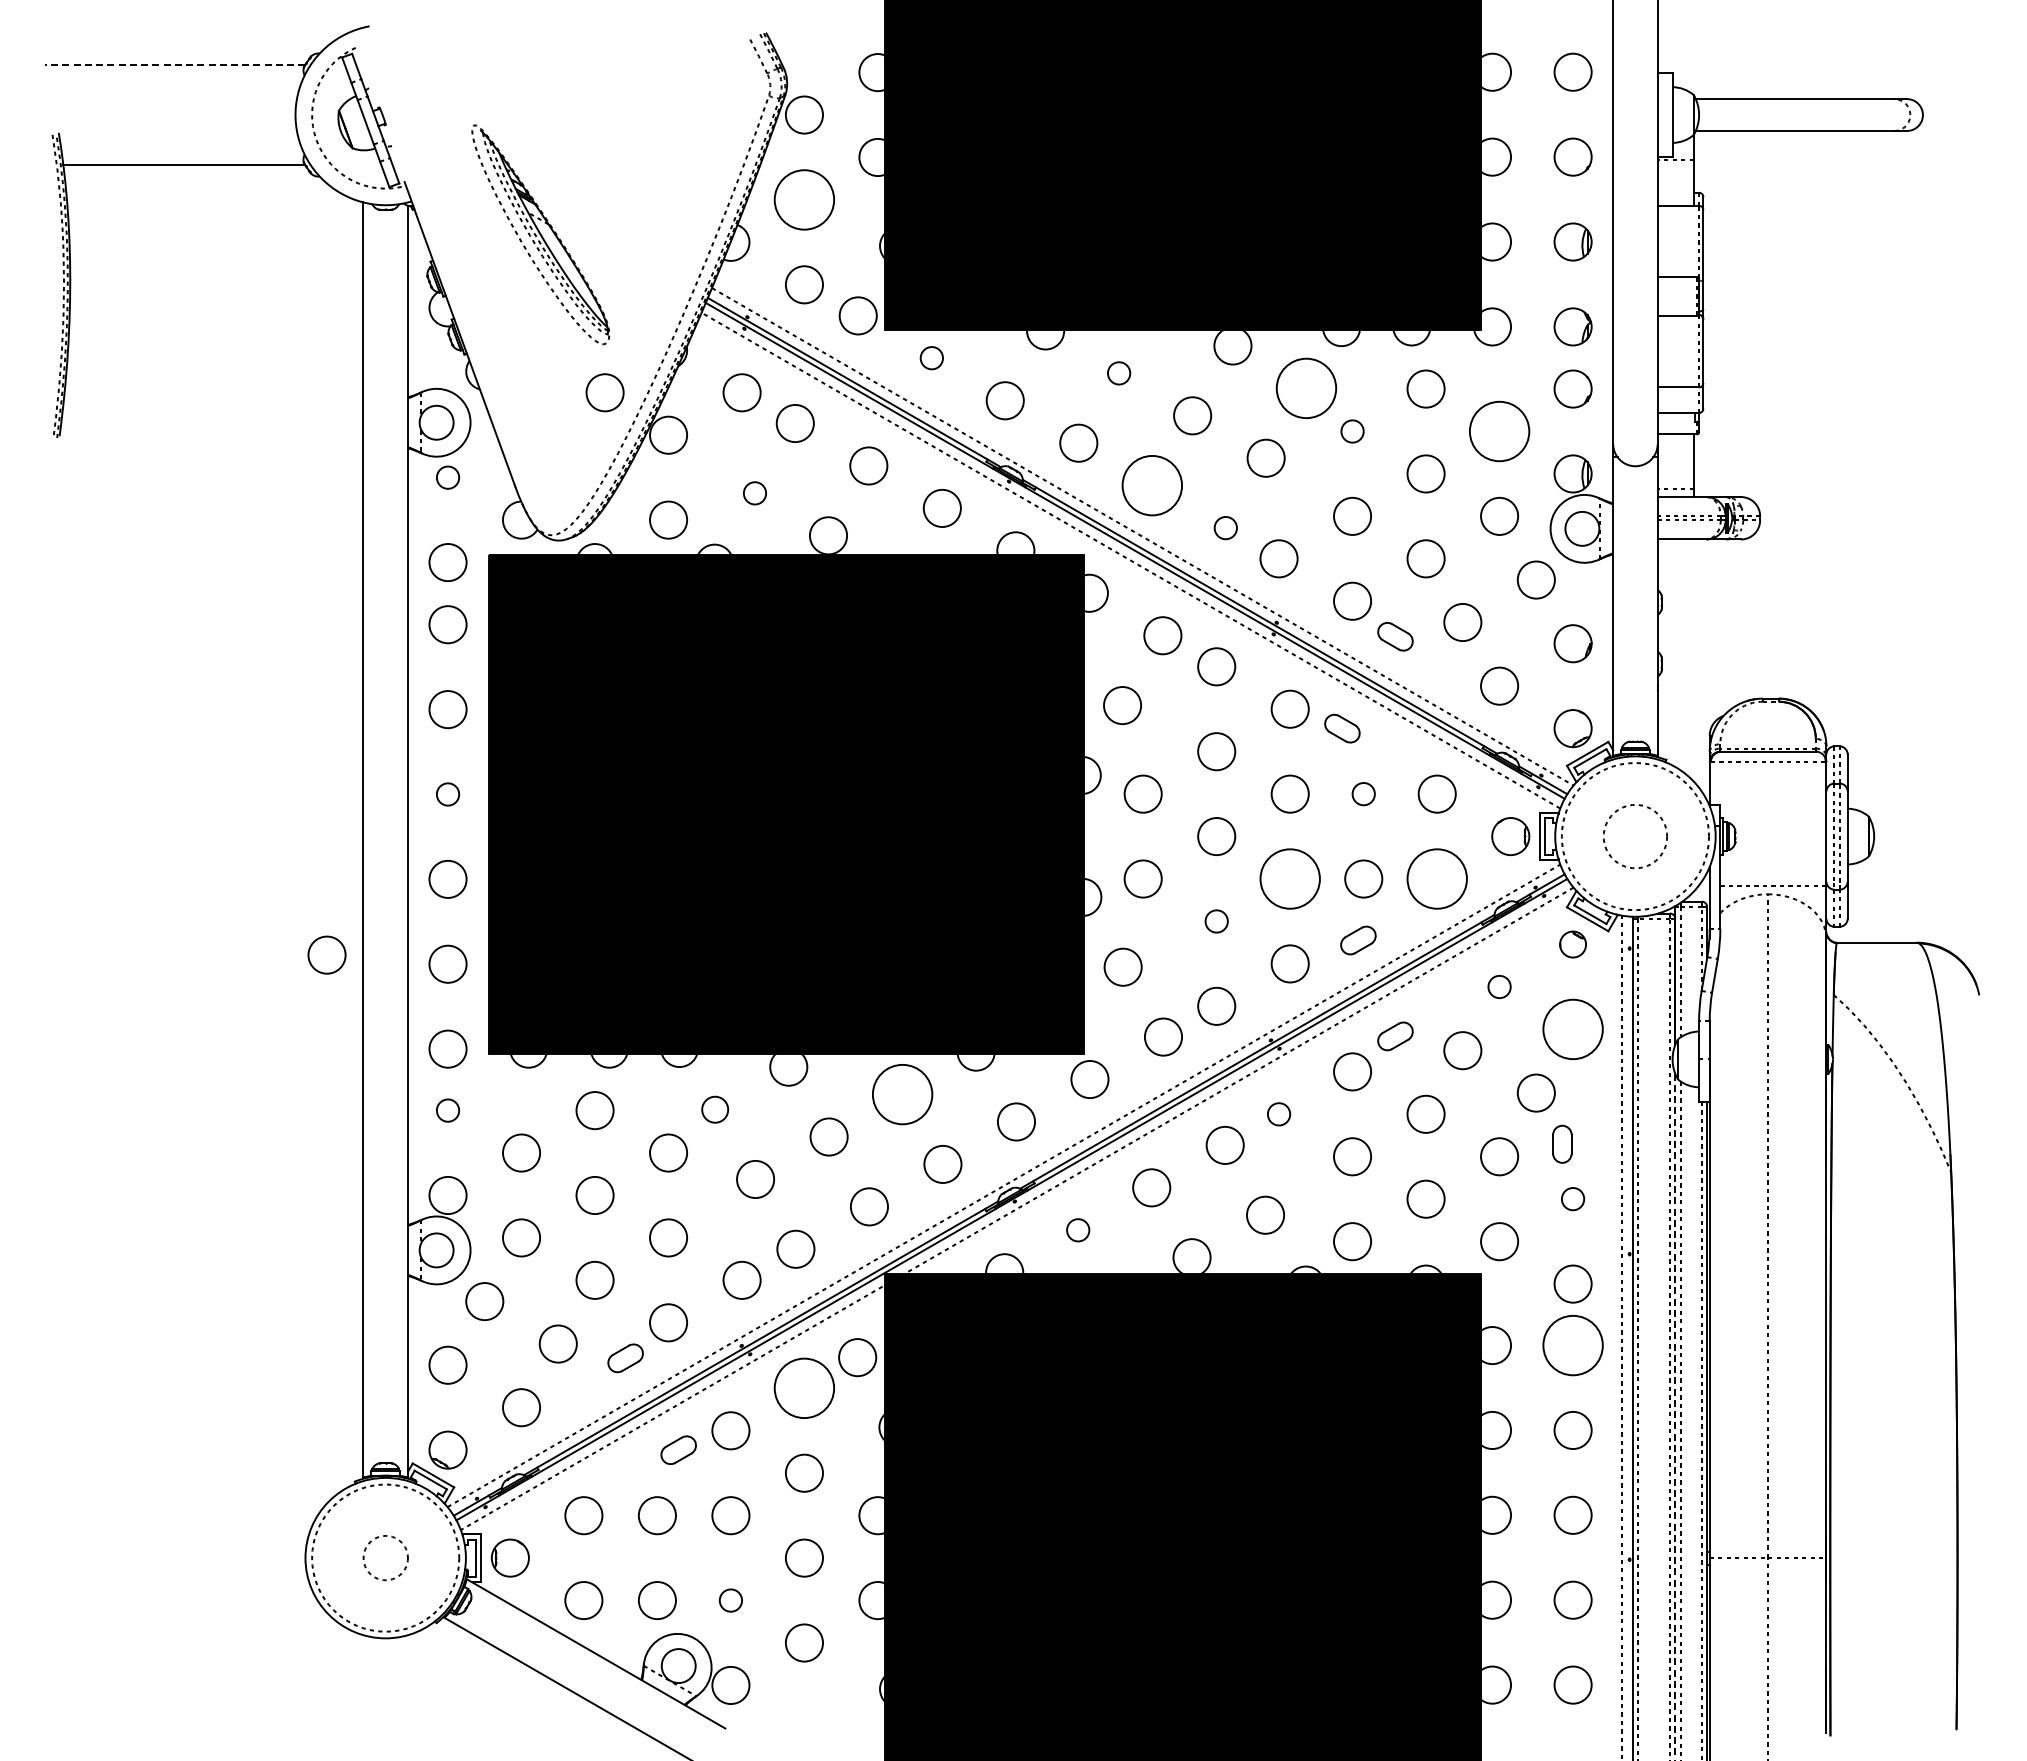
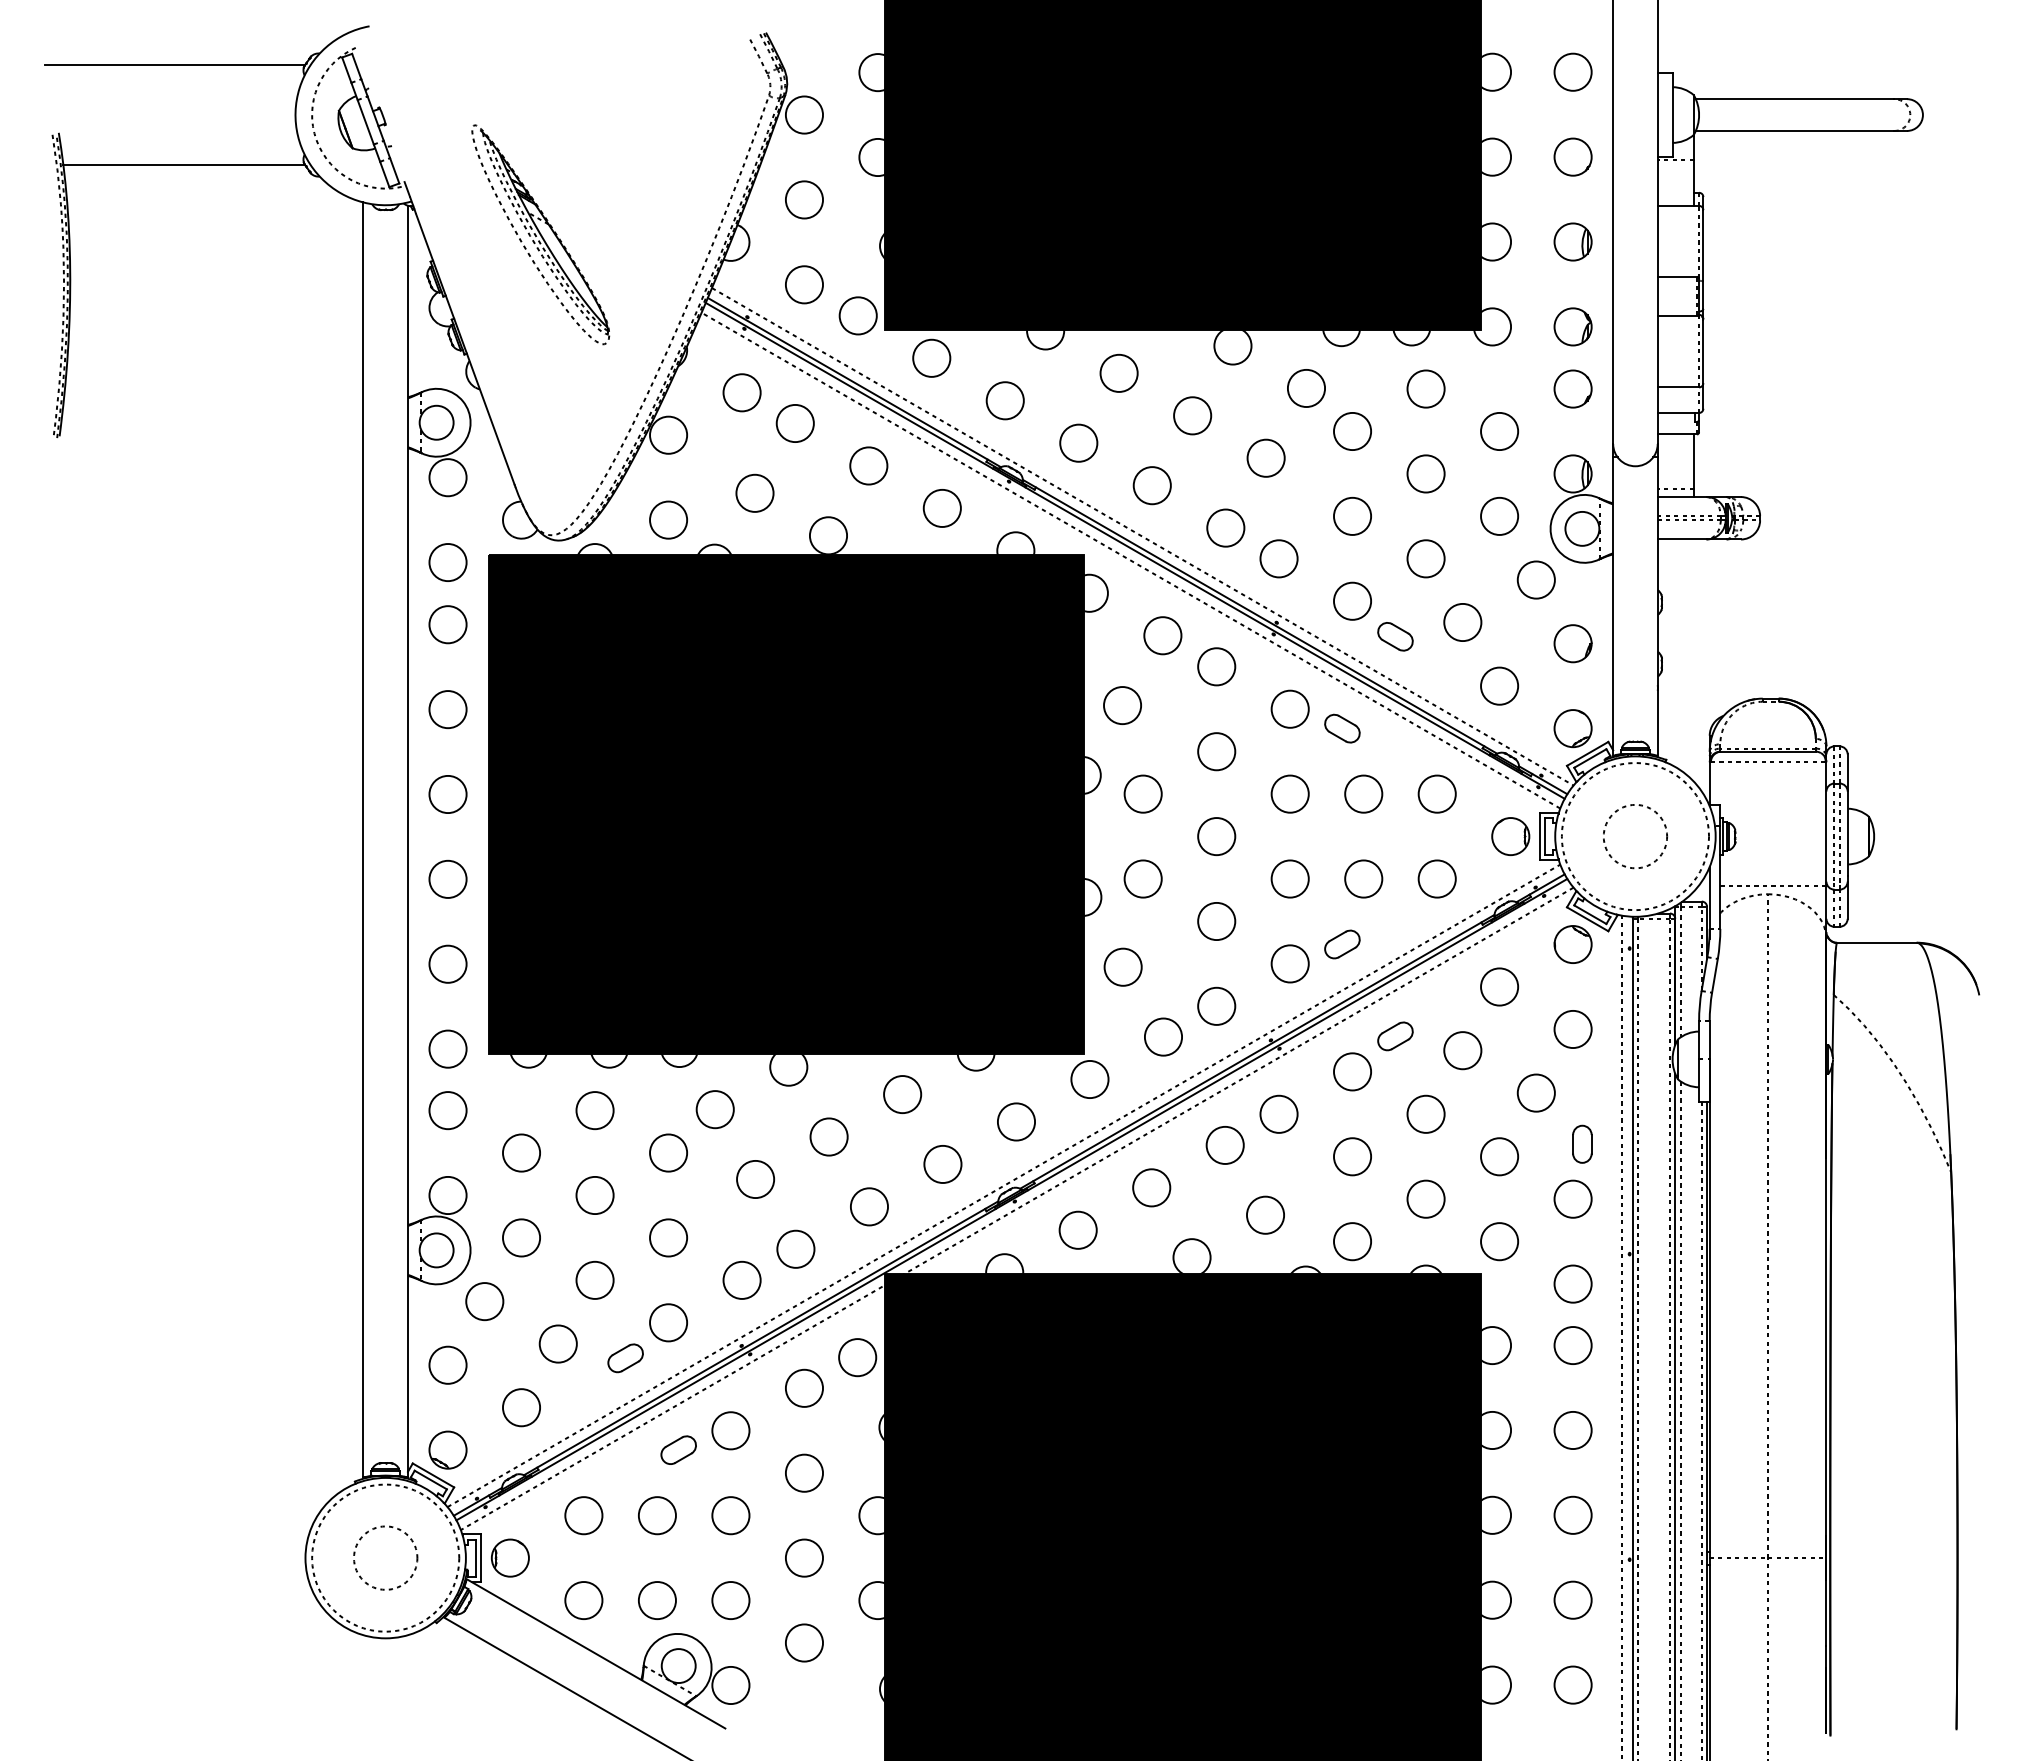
line at (174, 64): dashed -> solid
circle at (804, 199) diameter: 59 px -> 37 px
circle at (931, 358) size: 25x25 px -> 40x40 px
circle at (1118, 373) diameter: 22 px -> 37 px
circle at (1306, 388) diameter: 59 px -> 37 px
circle at (604, 392): present -> none
circle at (1352, 431) diameter: 22 px -> 37 px
circle at (1499, 431) diameter: 59 px -> 37 px
circle at (447, 477) diameter: 22 px -> 37 px
circle at (1152, 485) diameter: 59 px -> 37 px
circle at (754, 493) diameter: 22 px -> 37 px
circle at (1225, 527) diameter: 22 px -> 37 px
circle at (447, 794) diameter: 22 px -> 37 px
circle at (1363, 794) diameter: 22 px -> 37 px
circle at (1289, 878) diameter: 59 px -> 37 px
circle at (1436, 878) diameter: 59 px -> 37 px
circle at (1216, 921) diameter: 22 px -> 37 px
part at (1358, 940) position: (1358, 940) -> (1342, 944)
part at (1572, 944) size: 28x29 px -> 40x39 px
circle at (326, 954): present -> none
circle at (1499, 986) diameter: 22 px -> 37 px
circle at (1572, 1029) diameter: 59 px -> 37 px
circle at (902, 1094) diameter: 59 px -> 37 px
circle at (715, 1109) size: 29x29 px -> 40x40 px
circle at (447, 1110) diameter: 22 px -> 37 px
circle at (1278, 1114) diameter: 22 px -> 37 px
part at (1562, 1143) position: (1562, 1143) -> (1582, 1143)
circle at (1573, 1199) size: 25x25 px -> 40x40 px
circle at (1078, 1230) diameter: 22 px -> 37 px
circle at (1572, 1345) diameter: 59 px -> 37 px
circle at (804, 1388) diameter: 59 px -> 37 px
line at (1675, 1417): dashed -> solid
circle at (385, 1558) size: 47x47 px -> 66x66 px
circle at (730, 1600) diameter: 22 px -> 37 px
